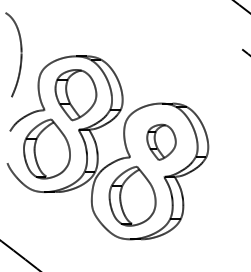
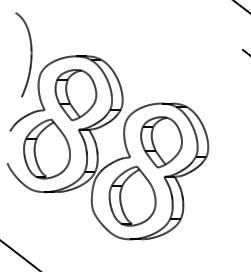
curve at (20, 54) position: (20, 54) -> (30, 54)
part at (161, 141) size: 31x38 px -> 43x53 px
